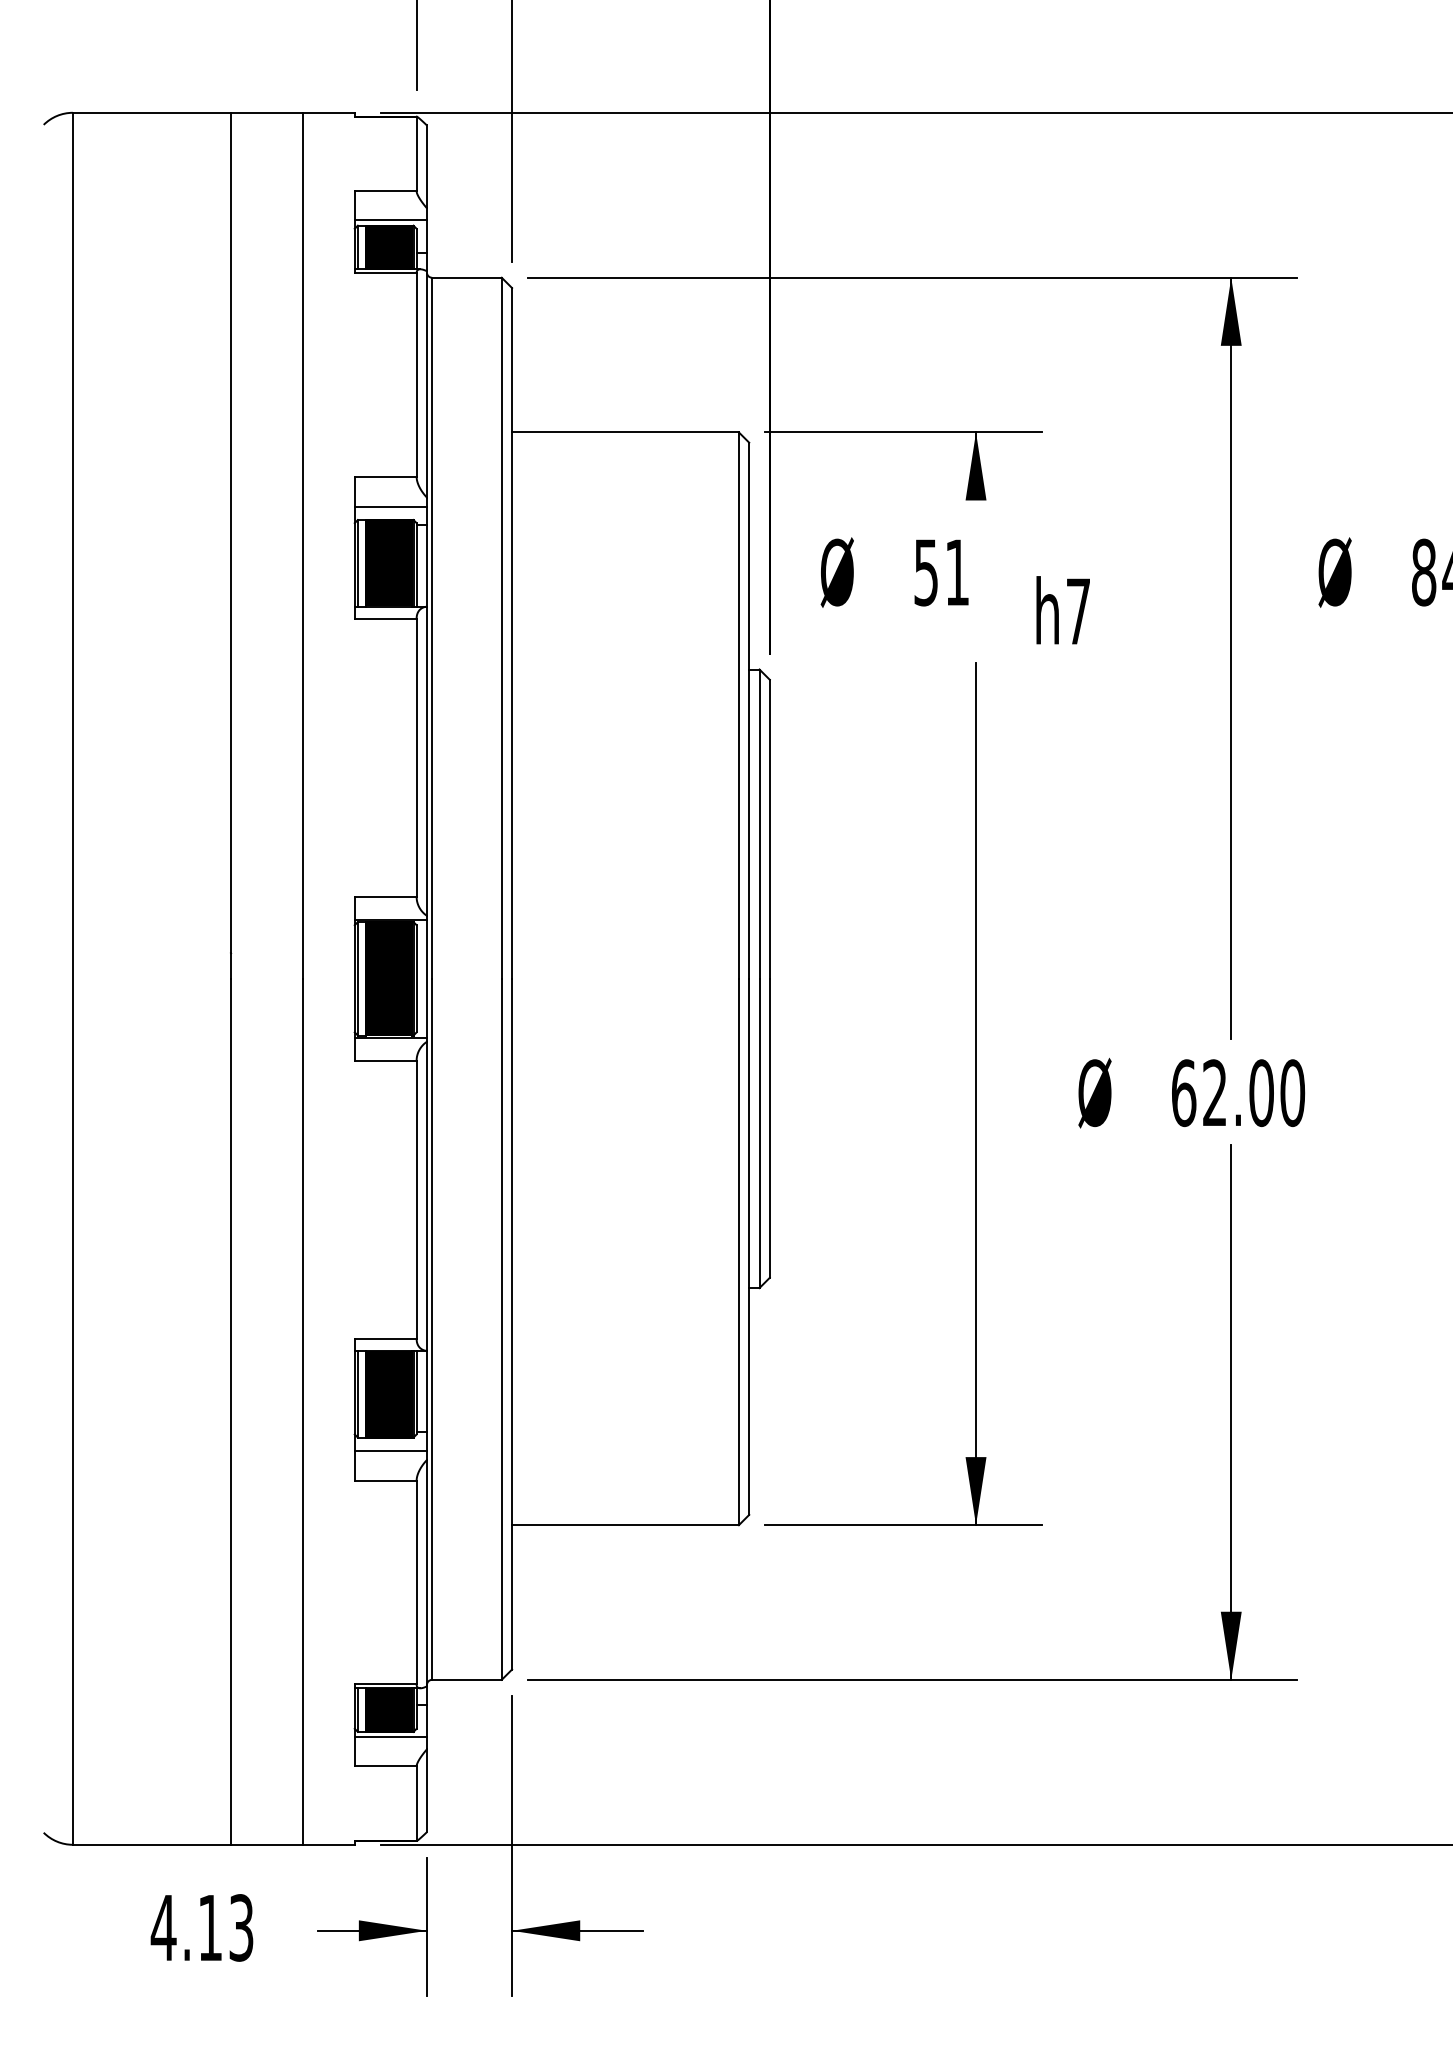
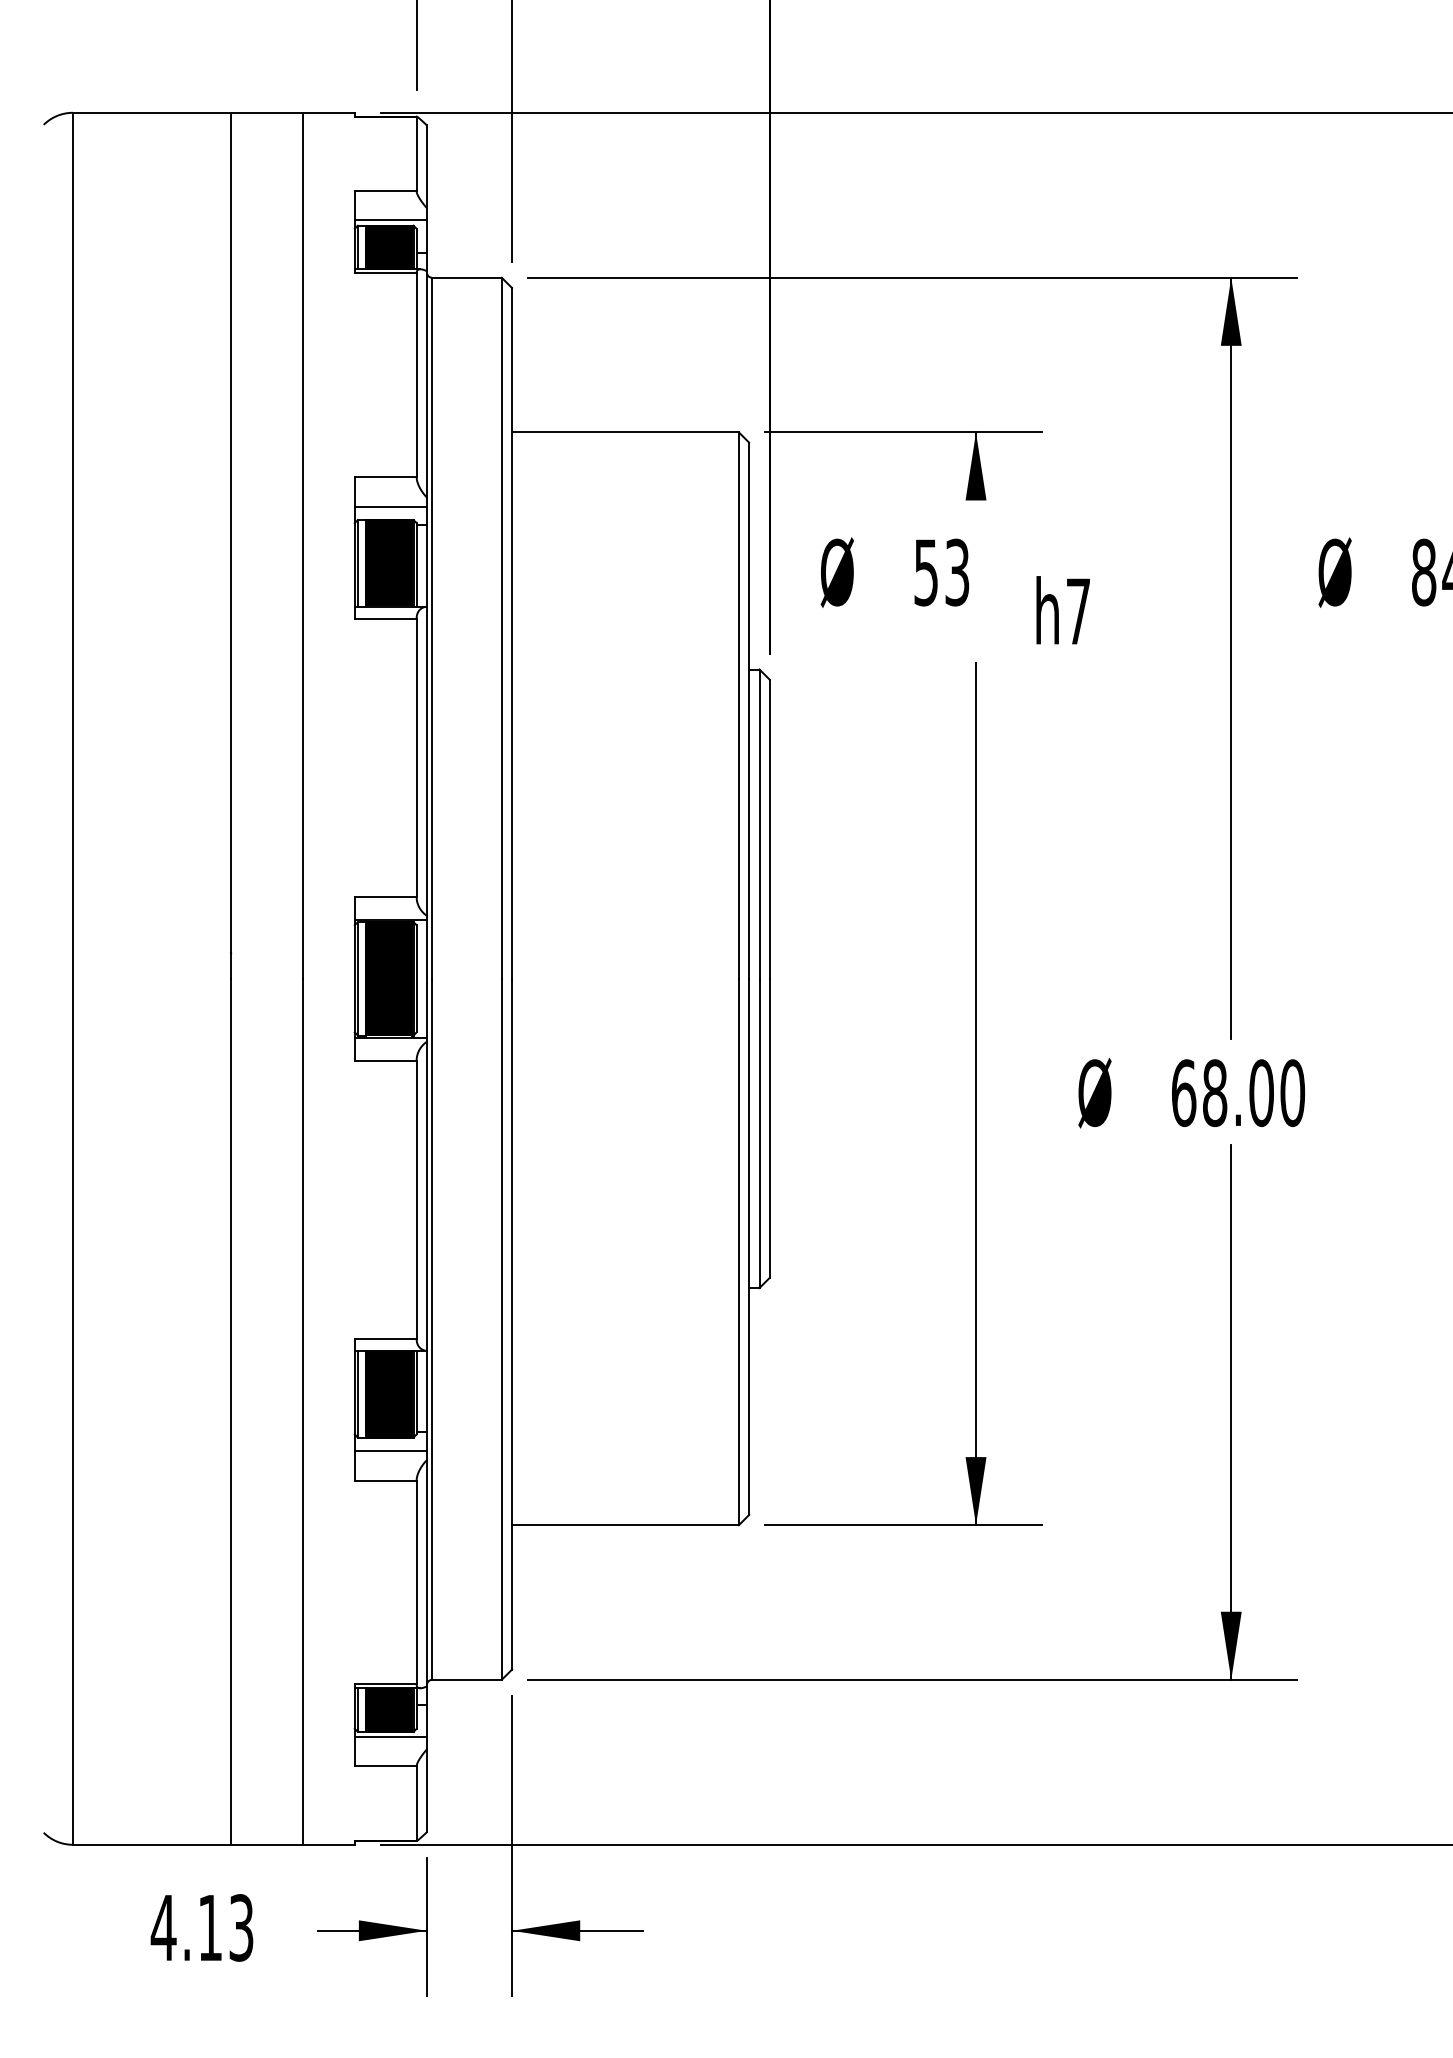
text at (957, 572): 51 -> 53
text at (1215, 1093): 62.00 -> 68.00
